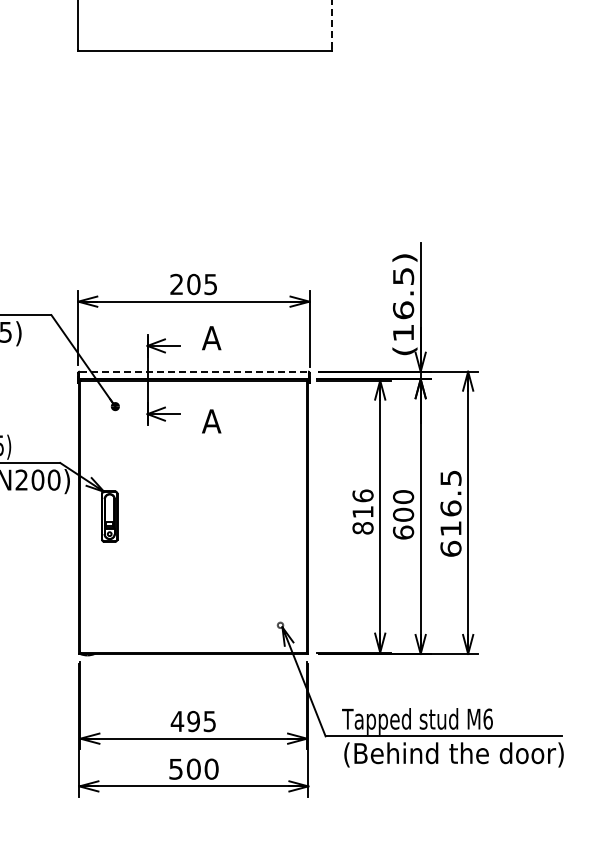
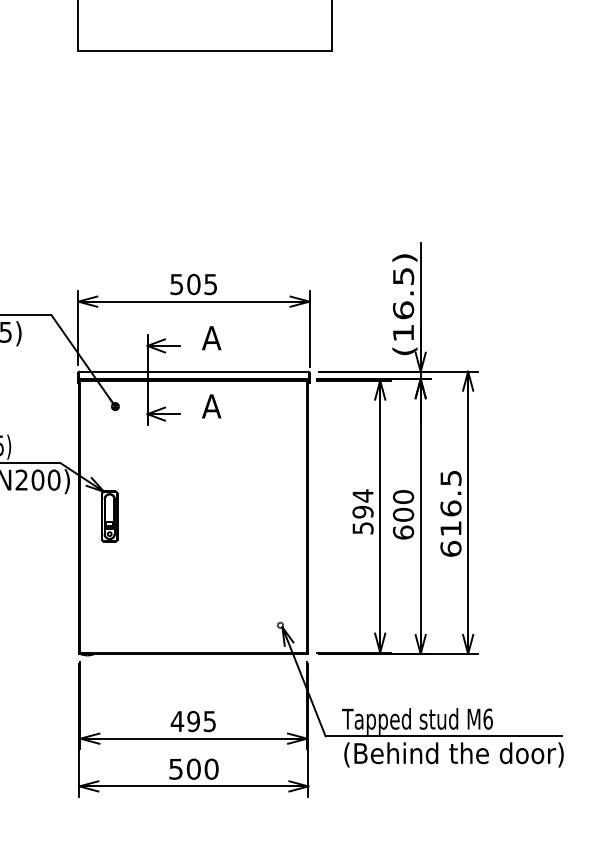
line at (332, 25): dashed -> solid
text at (176, 284): 205 -> 505
line at (194, 371): dashed -> solid
text at (211, 421) position: (211, 421) -> (211, 406)
text at (362, 511): 816 -> 594
